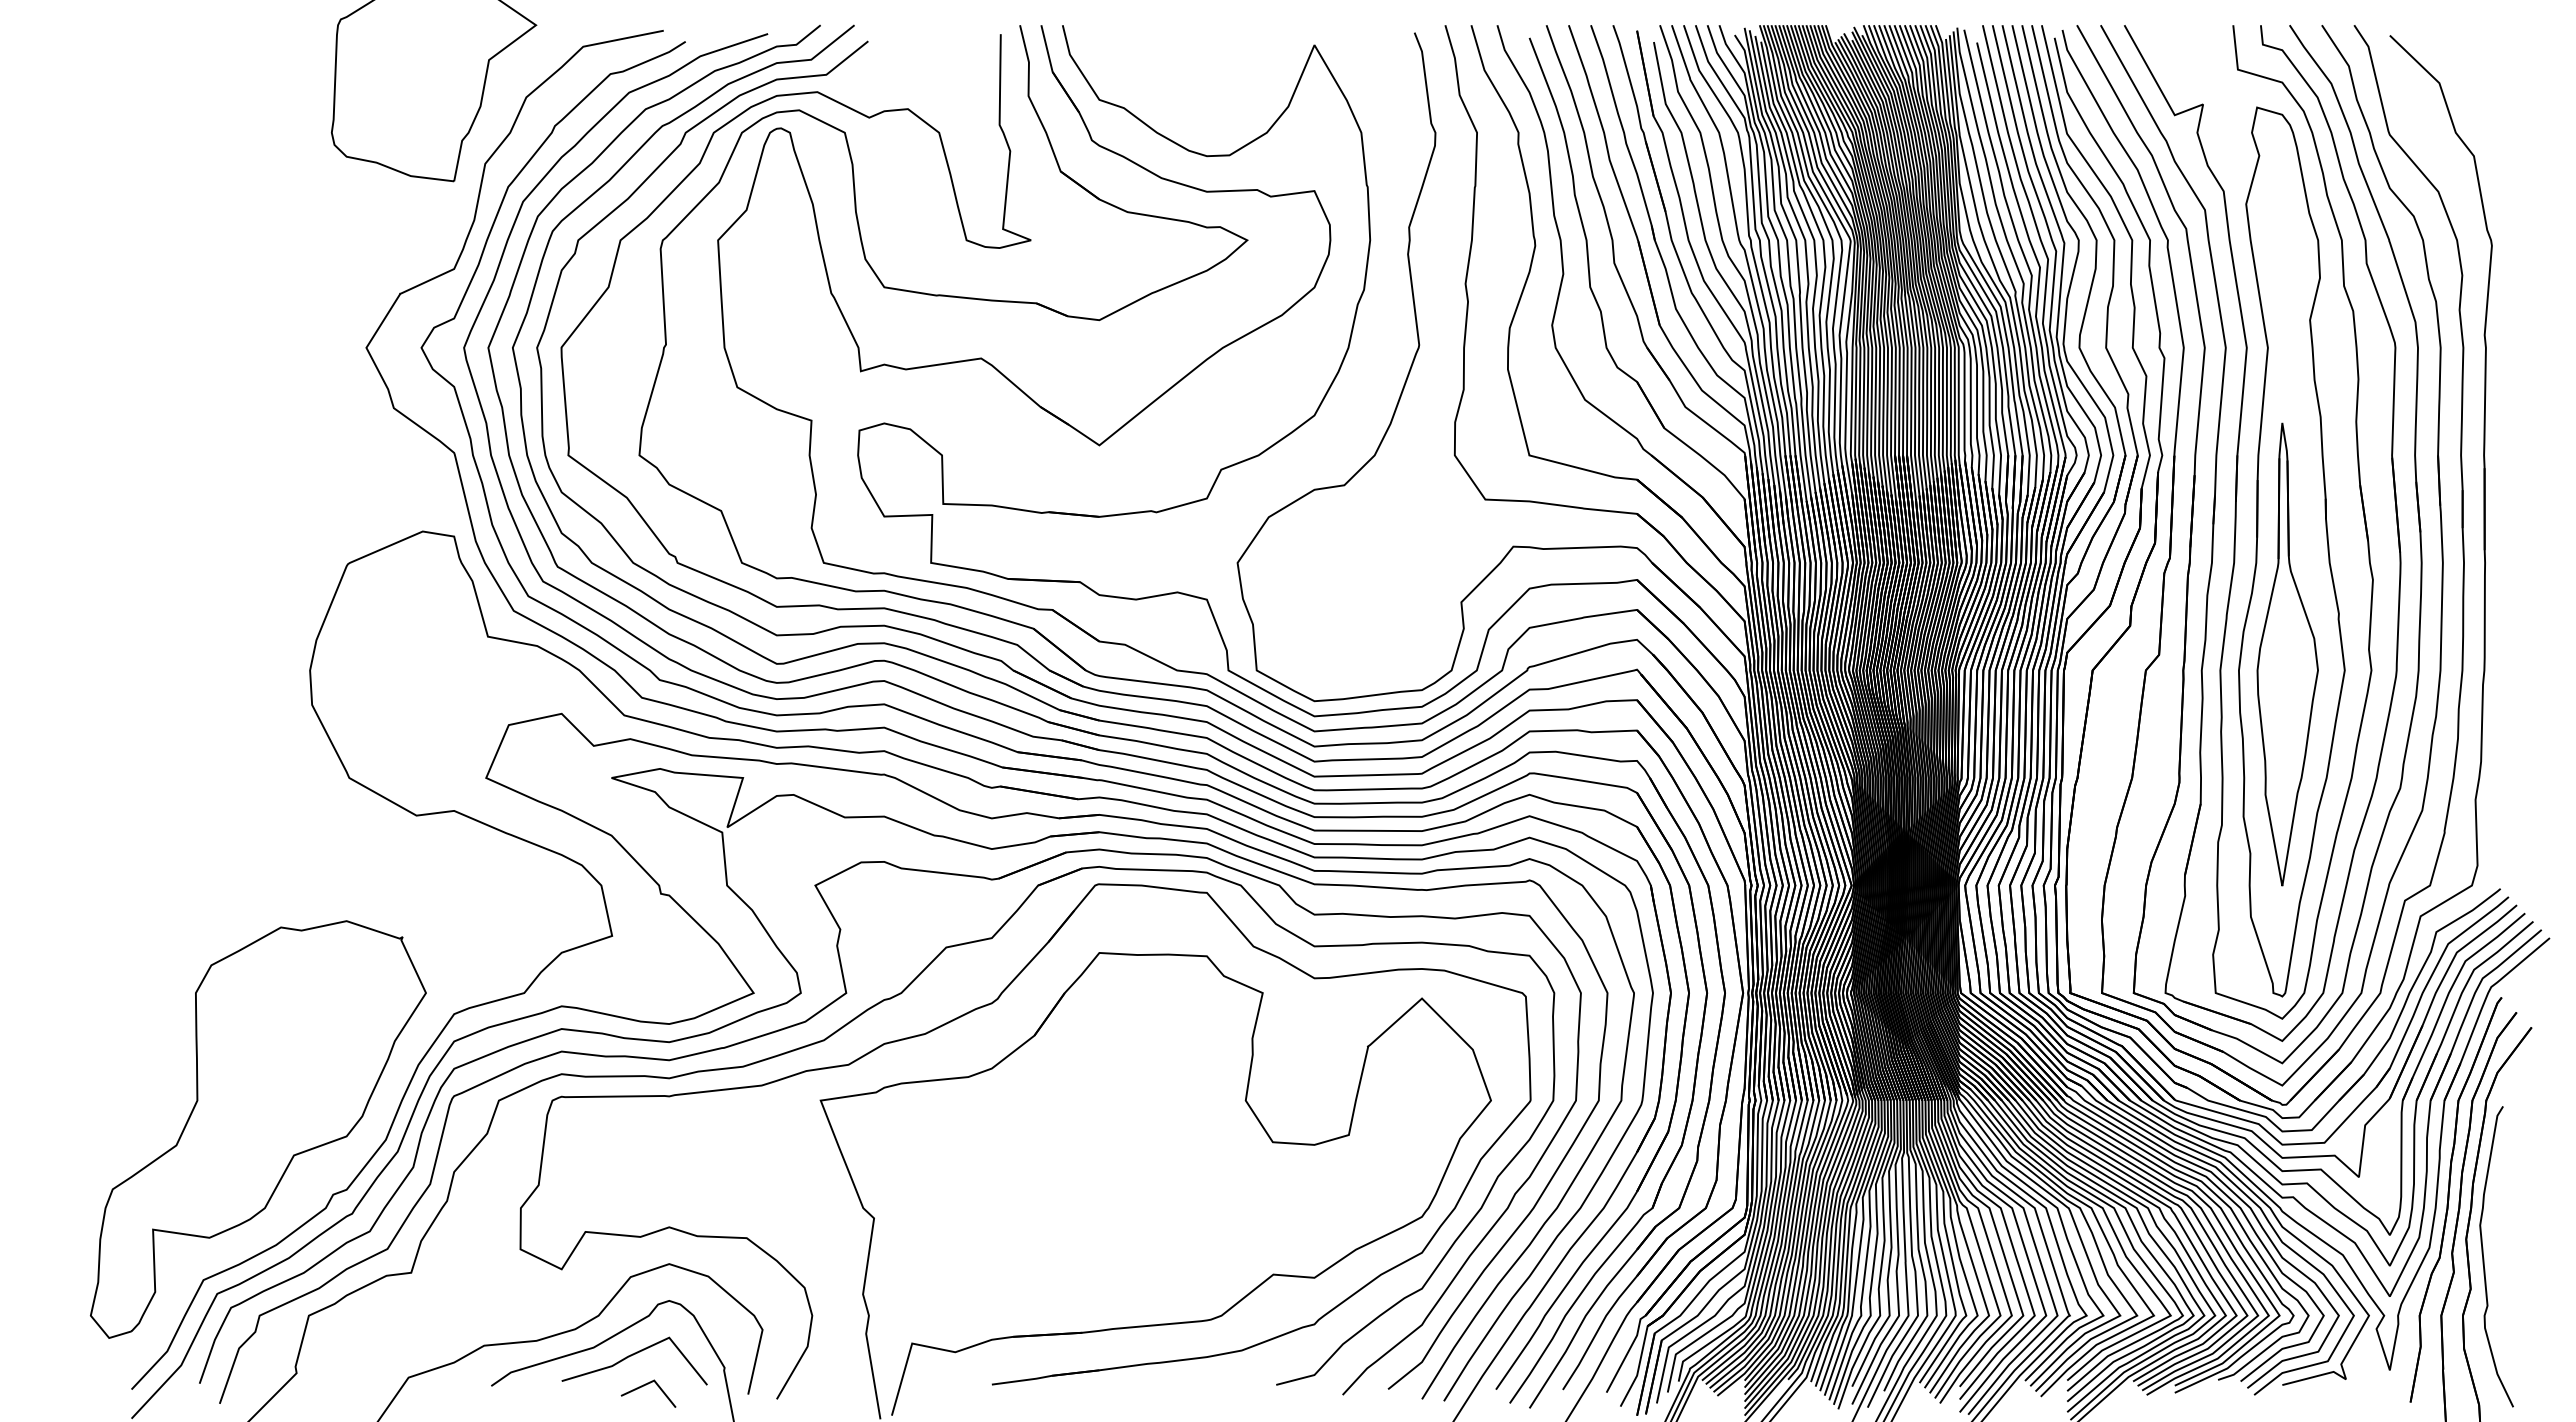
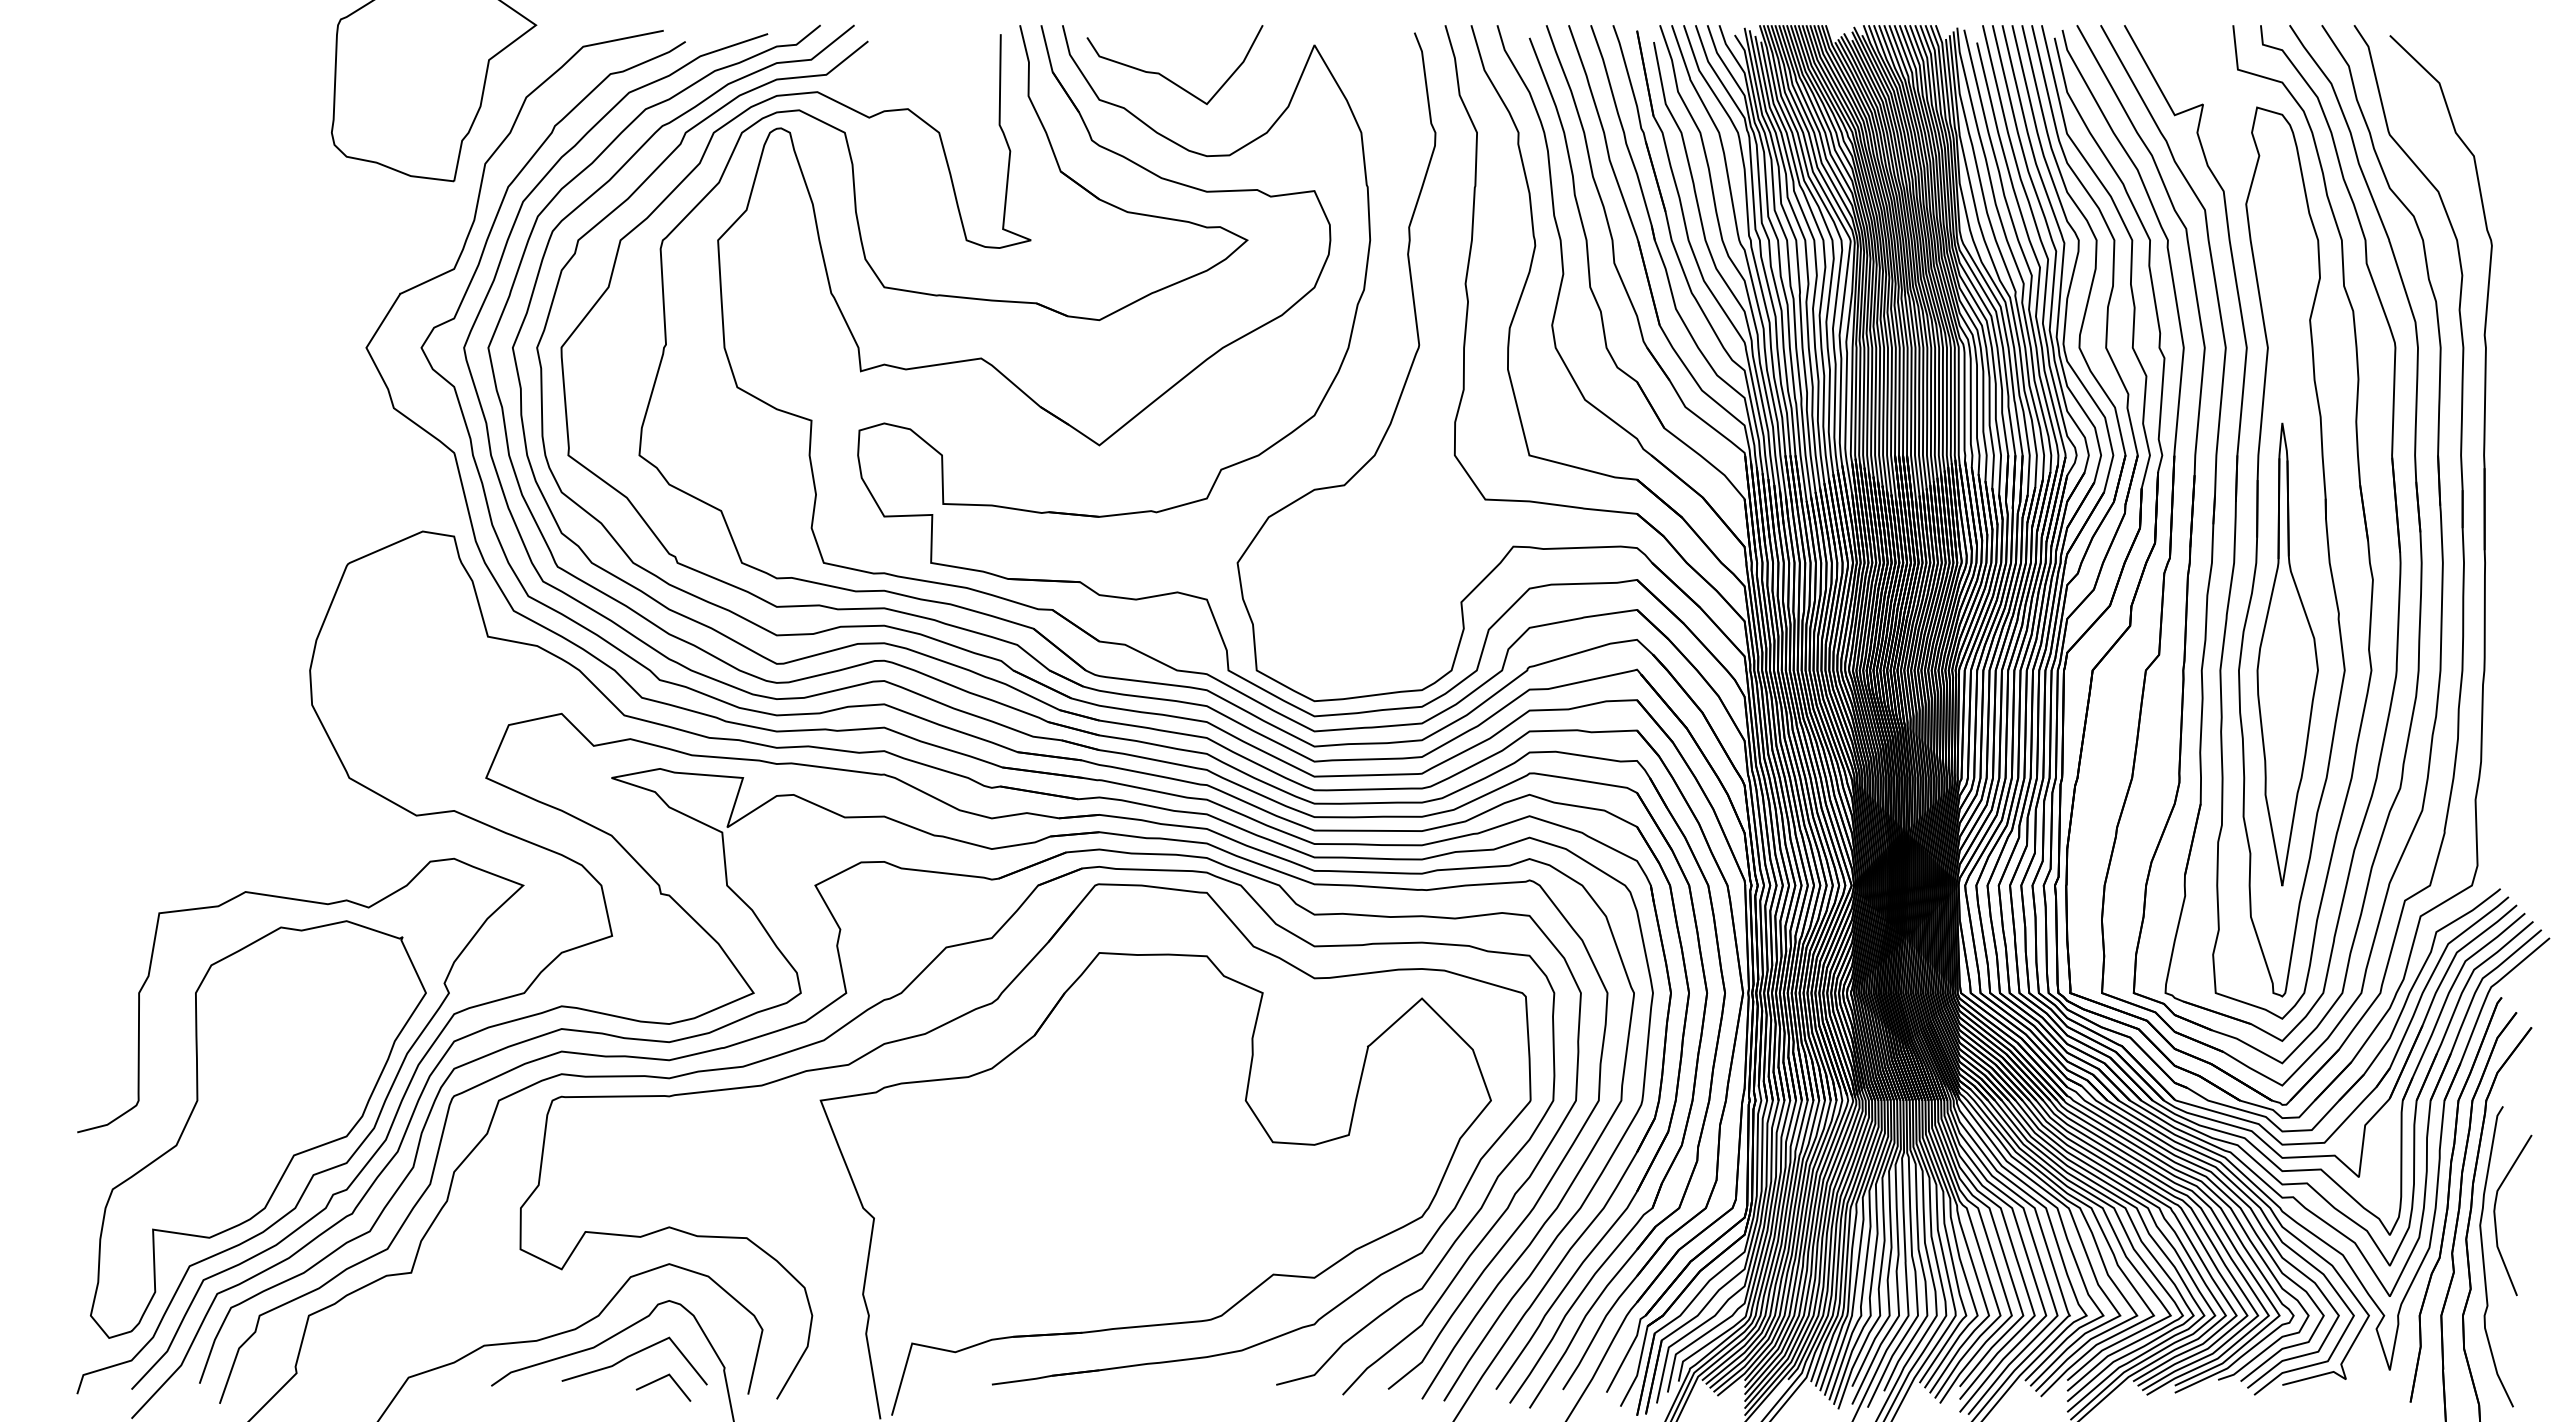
curve at (1165, 76): none -> present
curve at (319, 1171): none -> present
curve at (2495, 1215): none -> present
line at (644, 1386) position: (644, 1386) -> (659, 1380)
